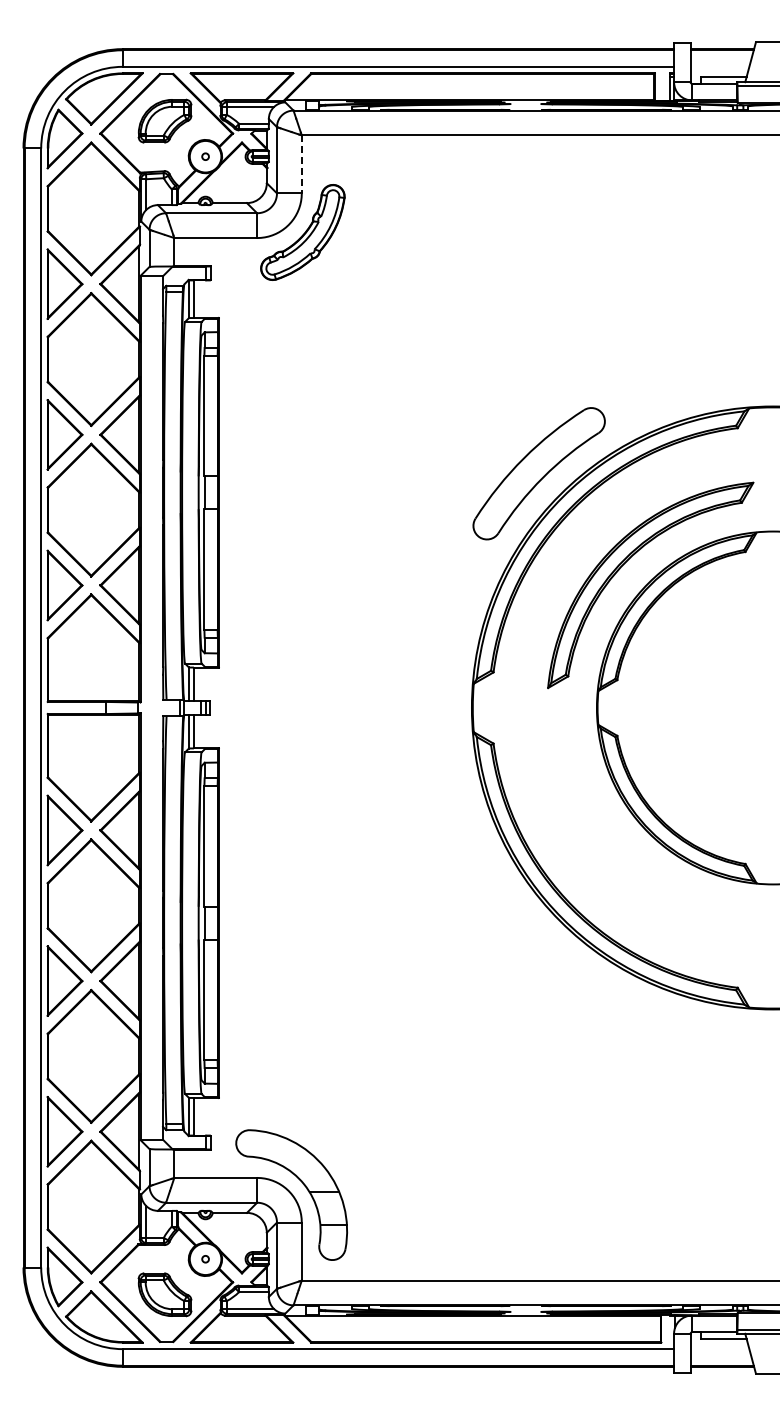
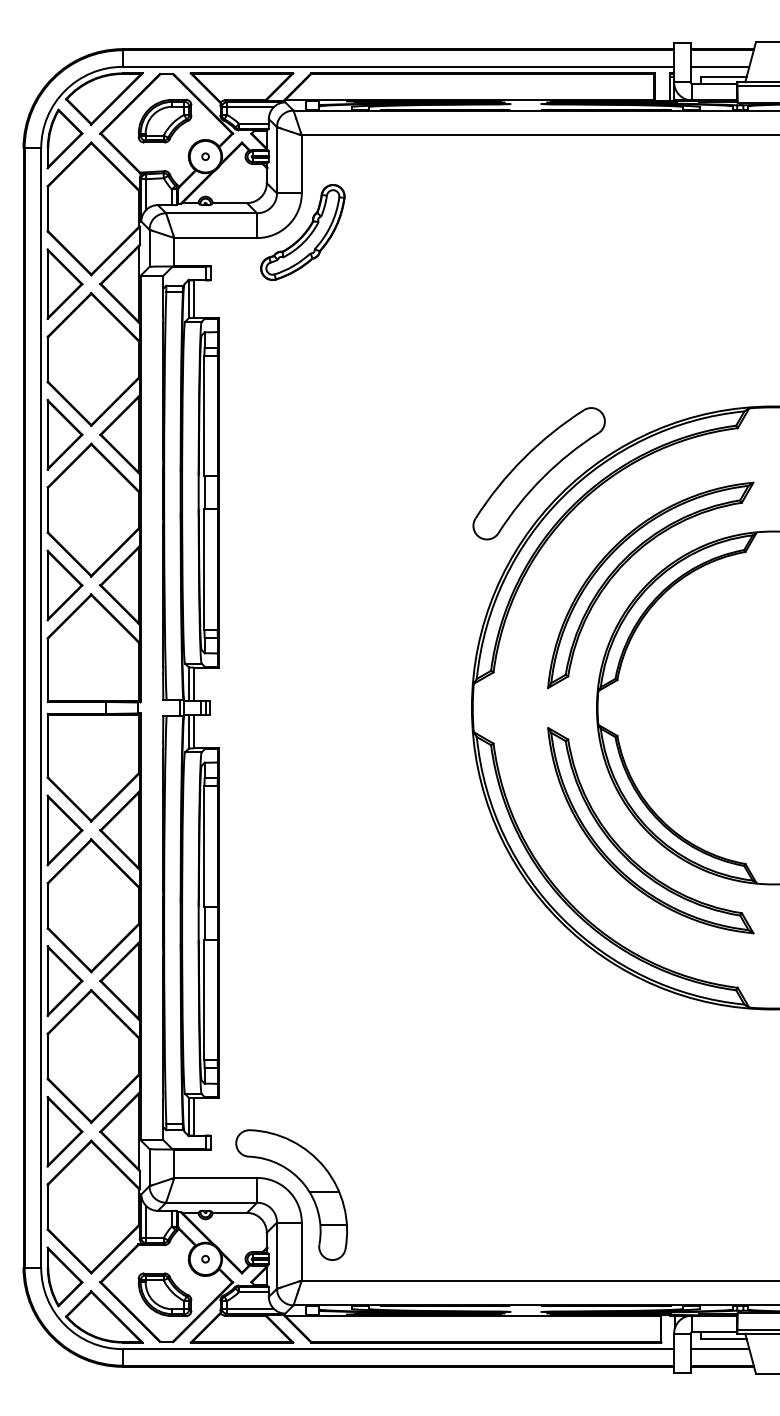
line at (719, 66): none -> present
line at (301, 164): dashed -> solid
part at (626, 853): none -> present
line at (719, 1349): none -> present
